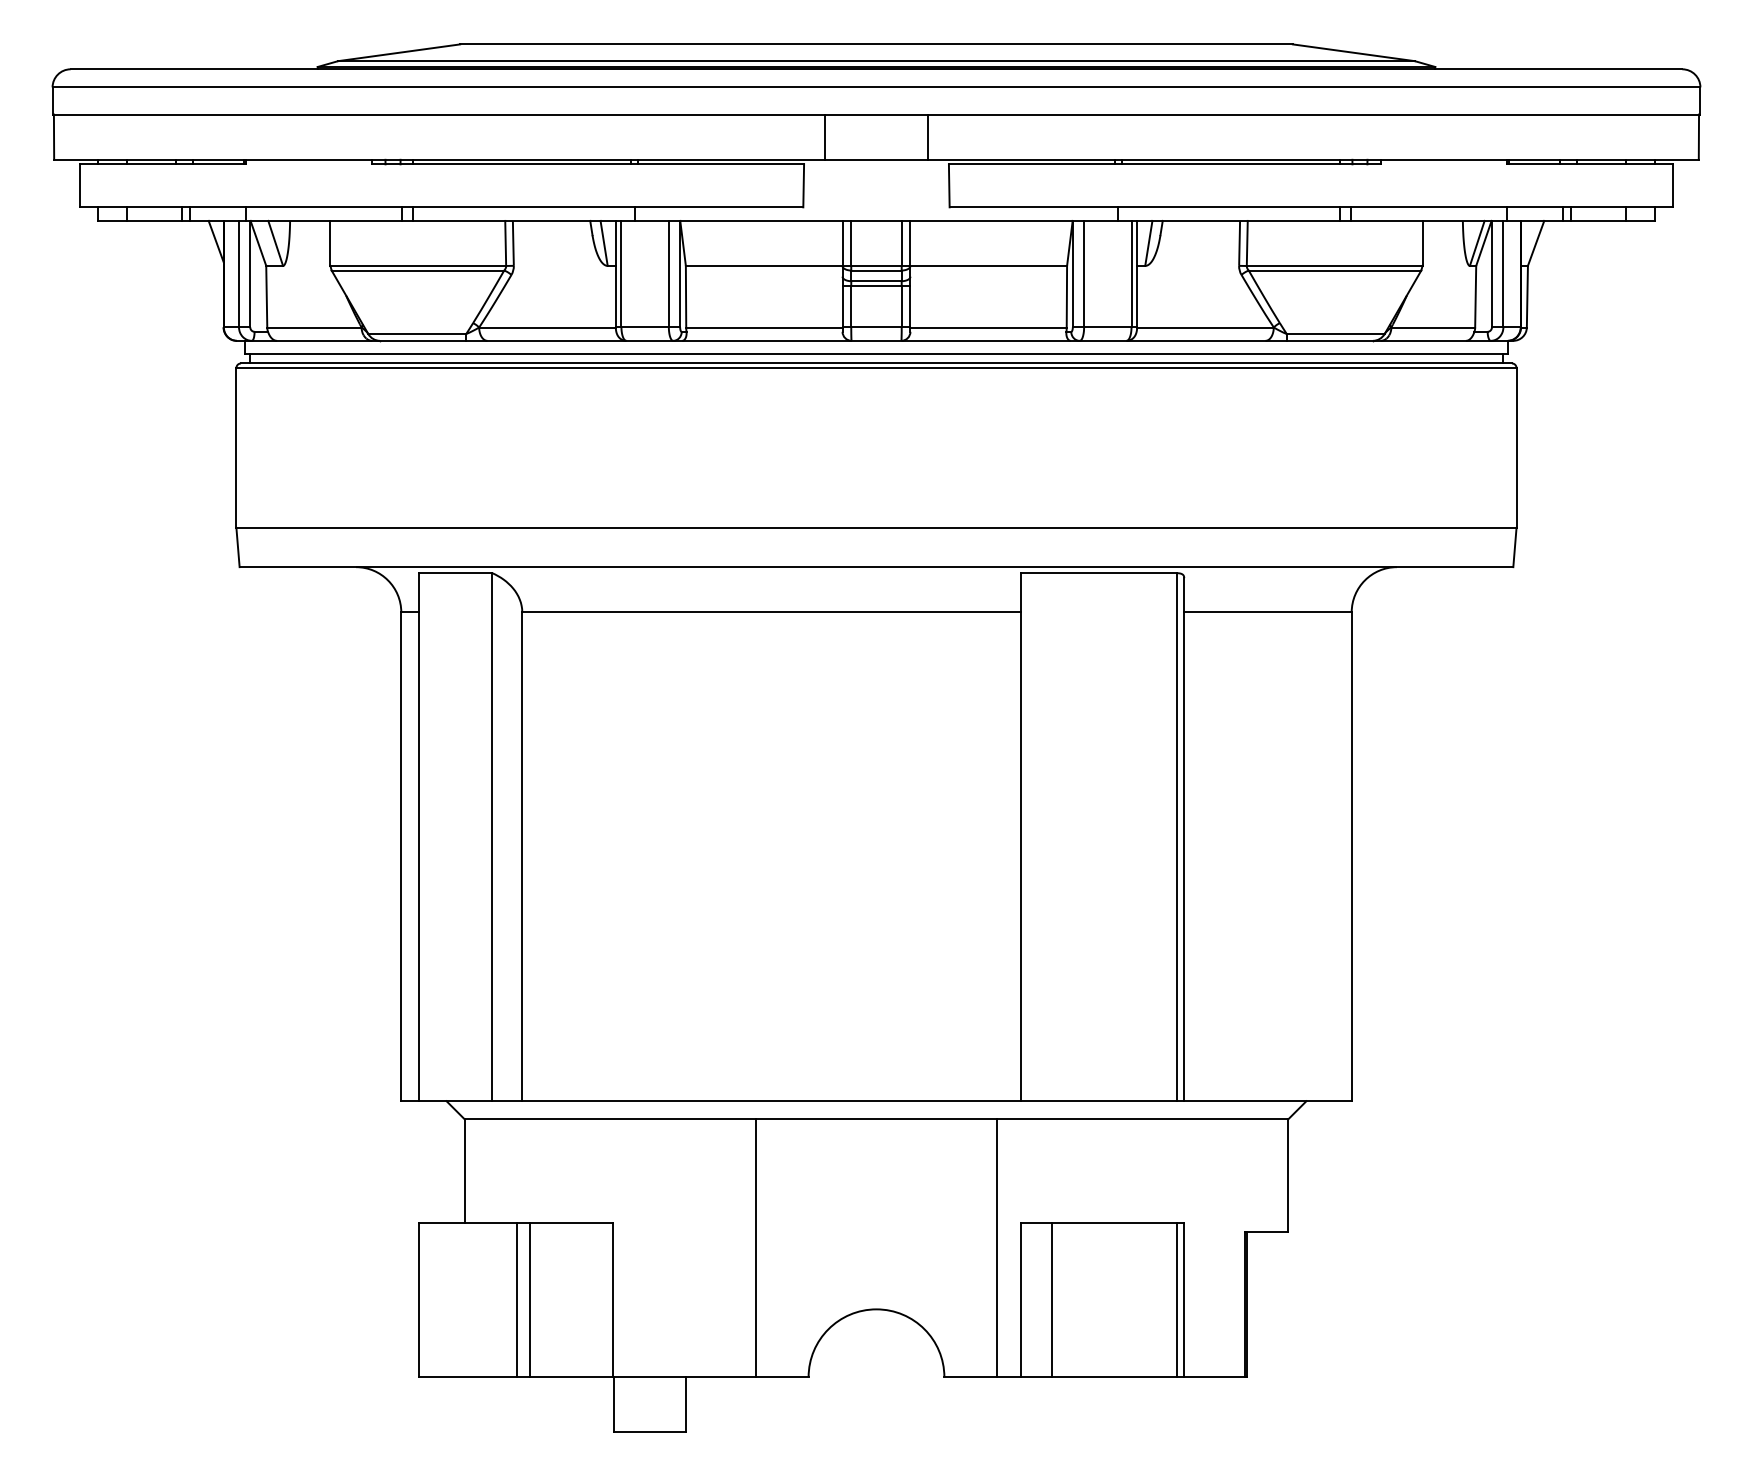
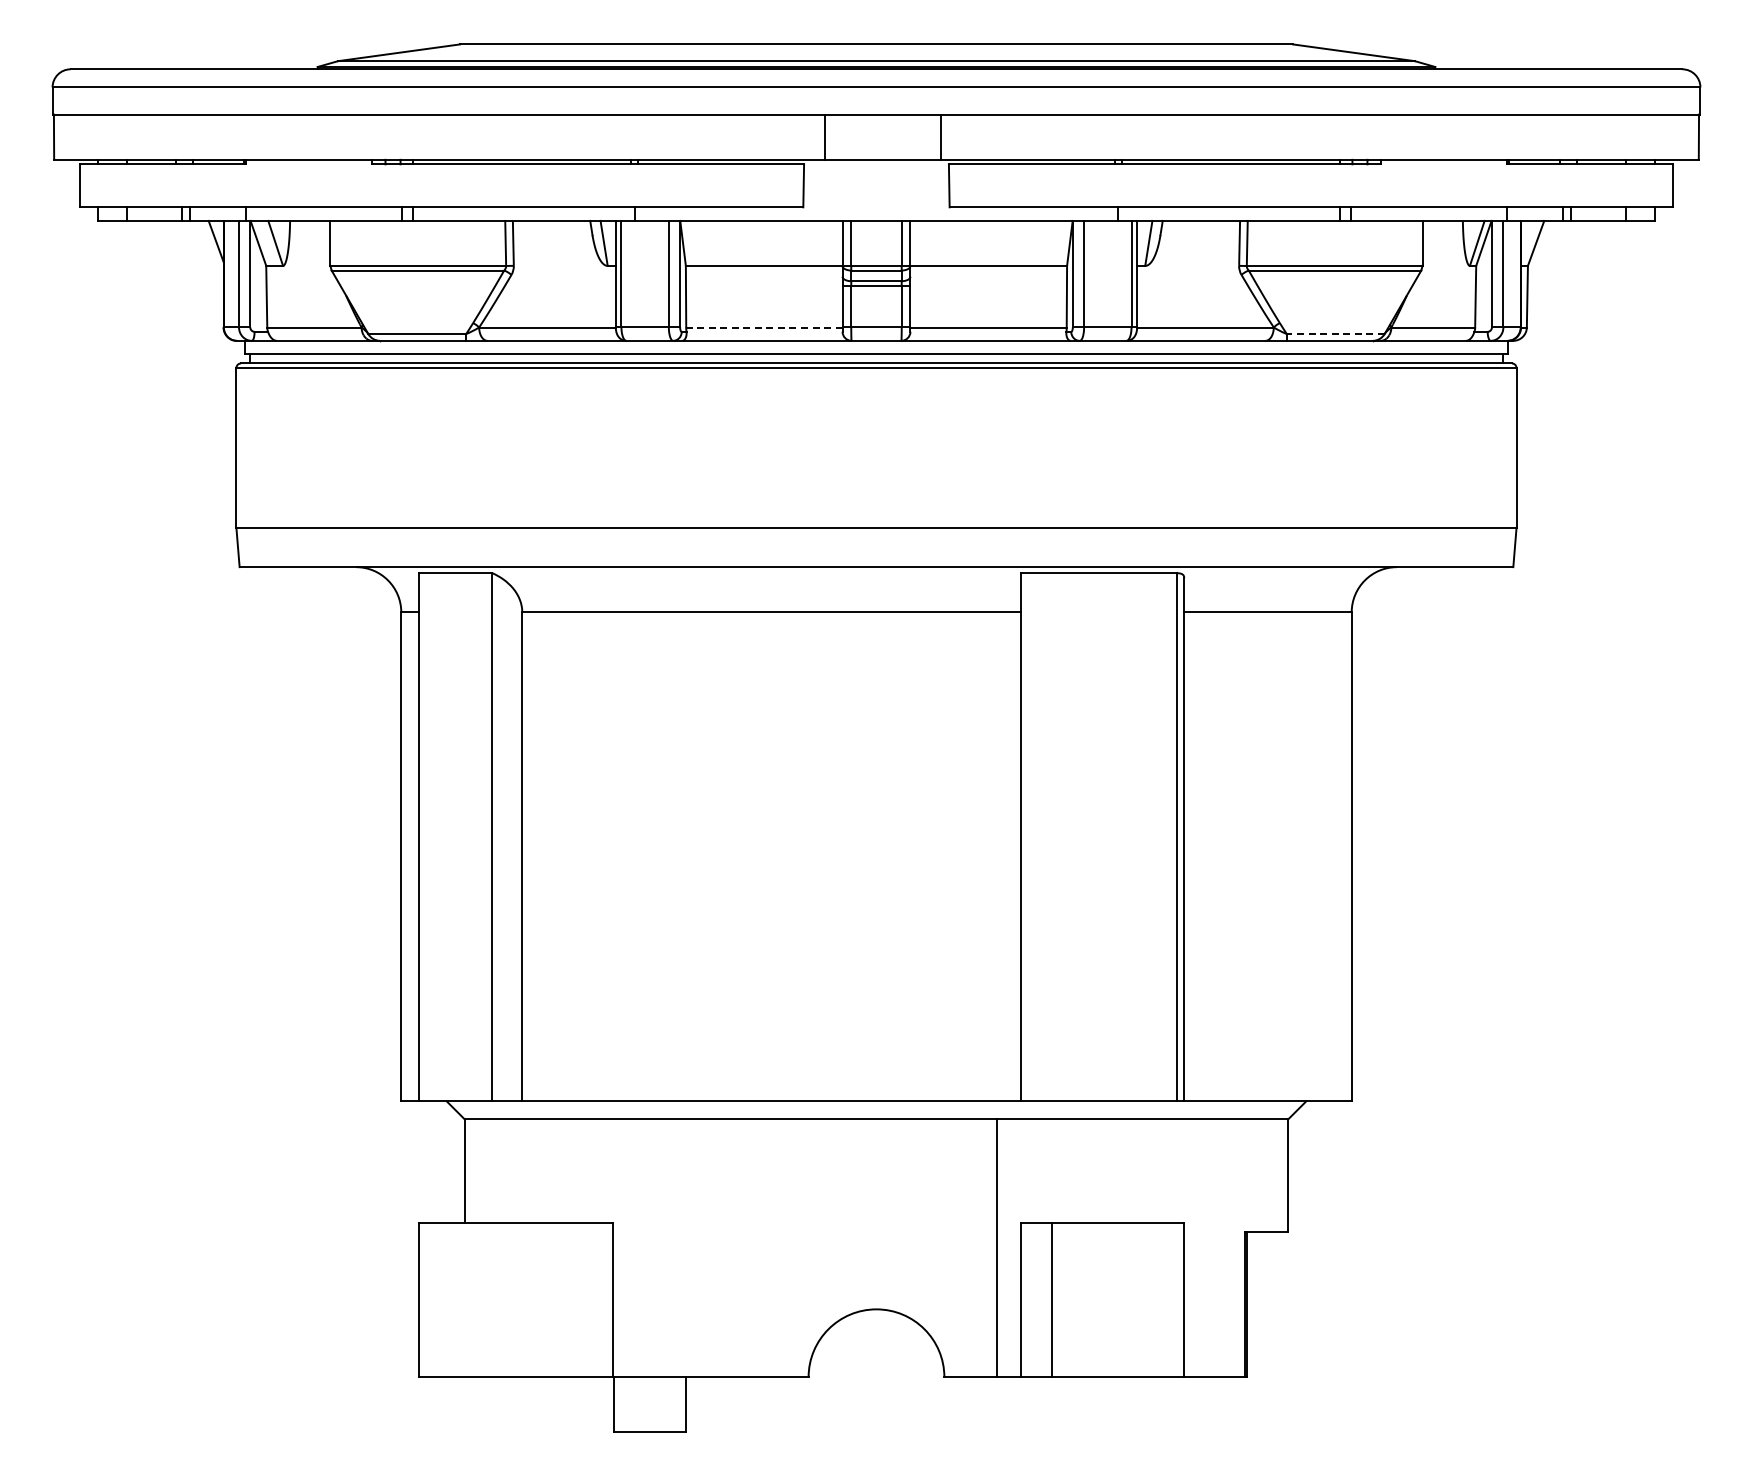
line at (927, 136) position: (927, 136) -> (940, 136)
line at (763, 327): solid -> dashed
line at (1335, 334): solid -> dashed
line at (755, 1248): present -> none
line at (516, 1300): present -> none
line at (530, 1300): present -> none
line at (1177, 1300): present -> none
